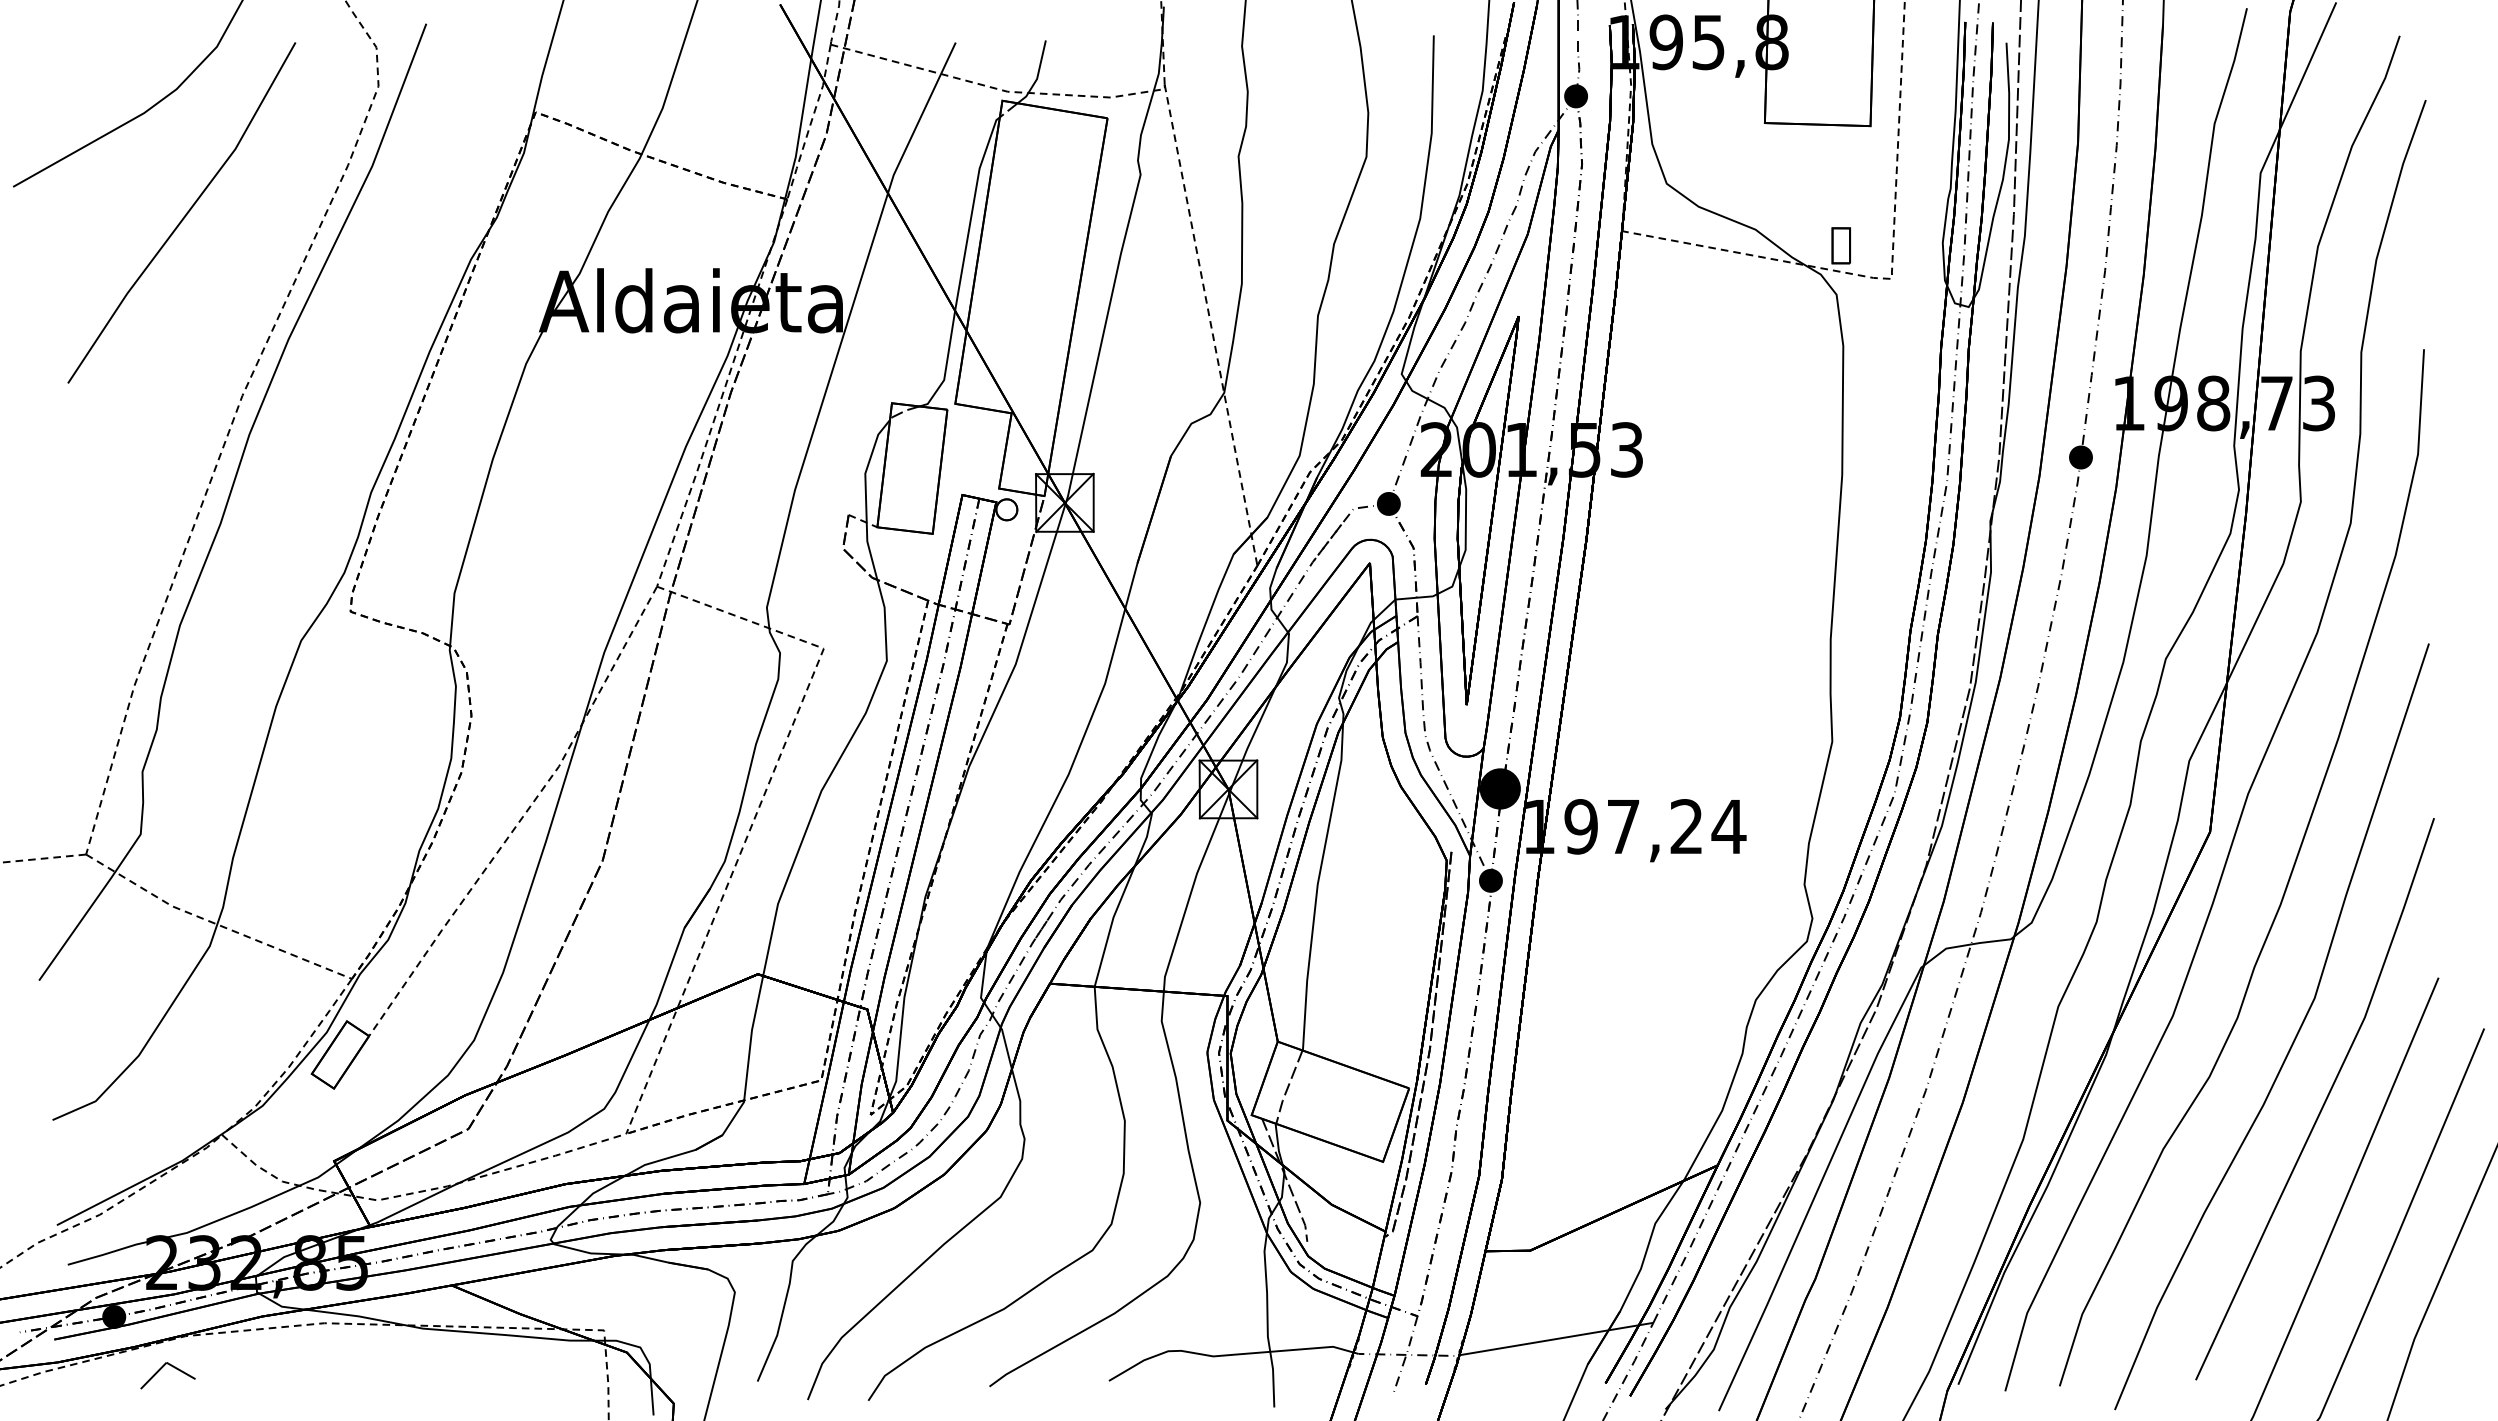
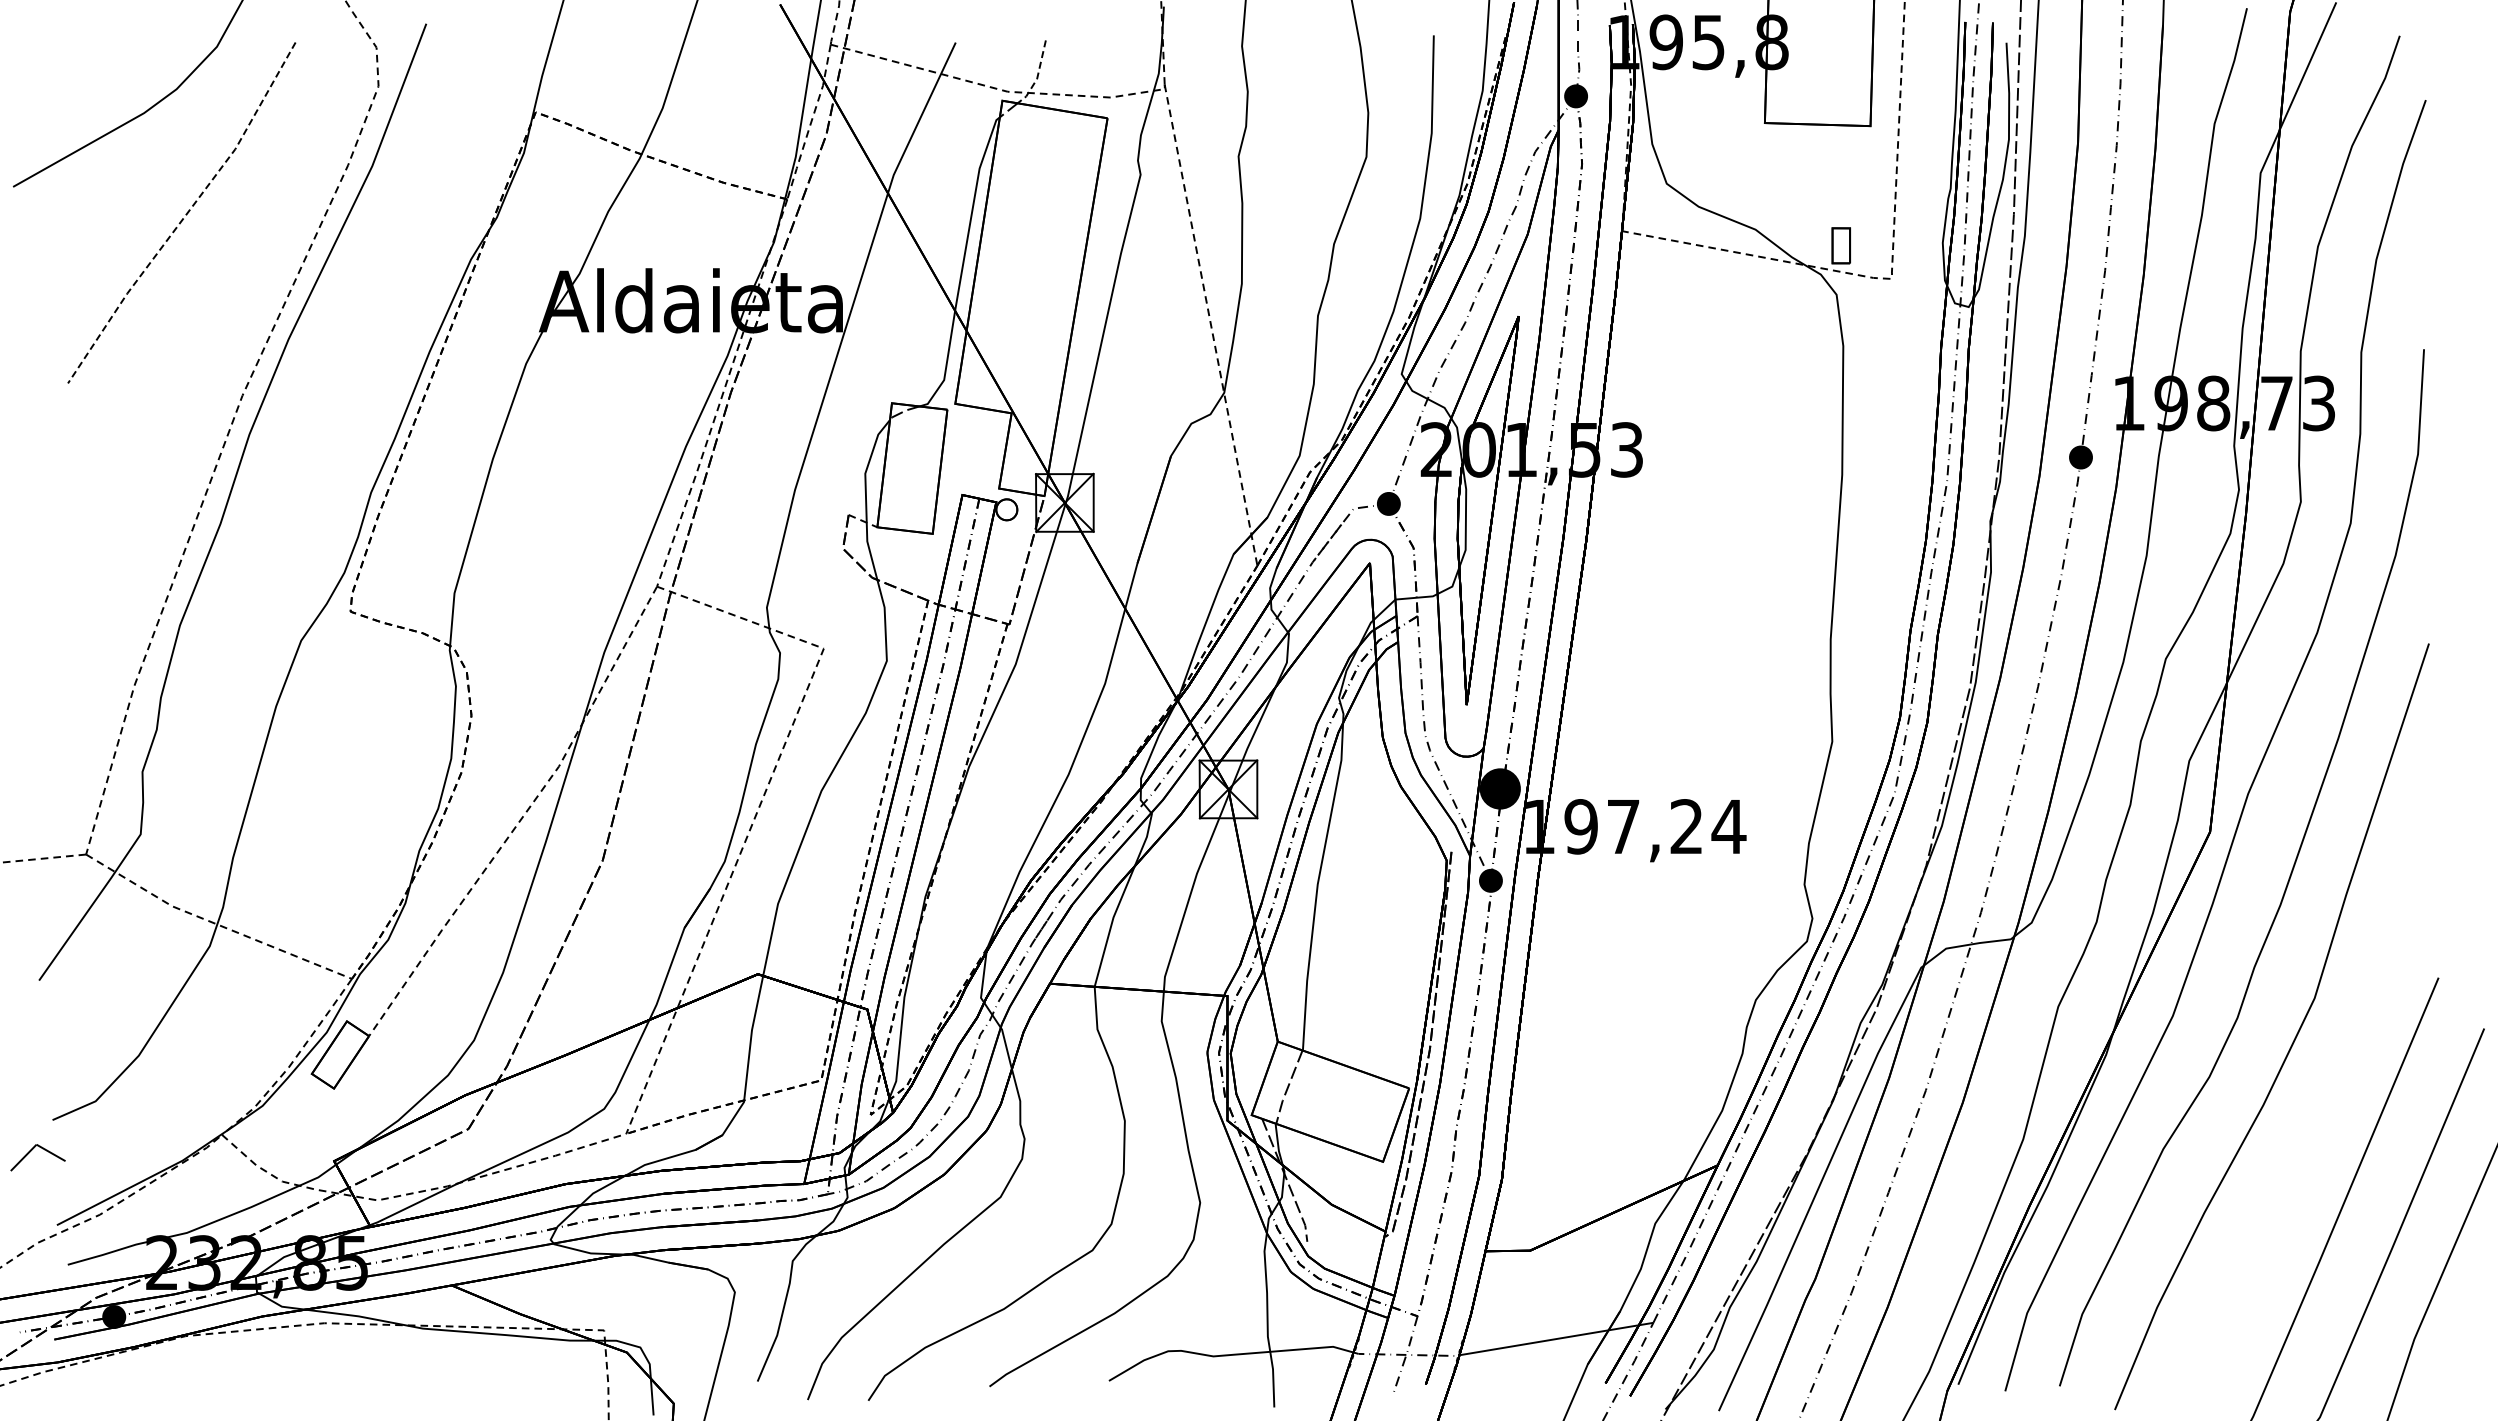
line at (1037, 76): solid -> dashed
line at (185, 215): solid -> dashed
line at (2323, 1102): present -> none
part at (161, 1369) position: (161, 1369) -> (31, 1151)
